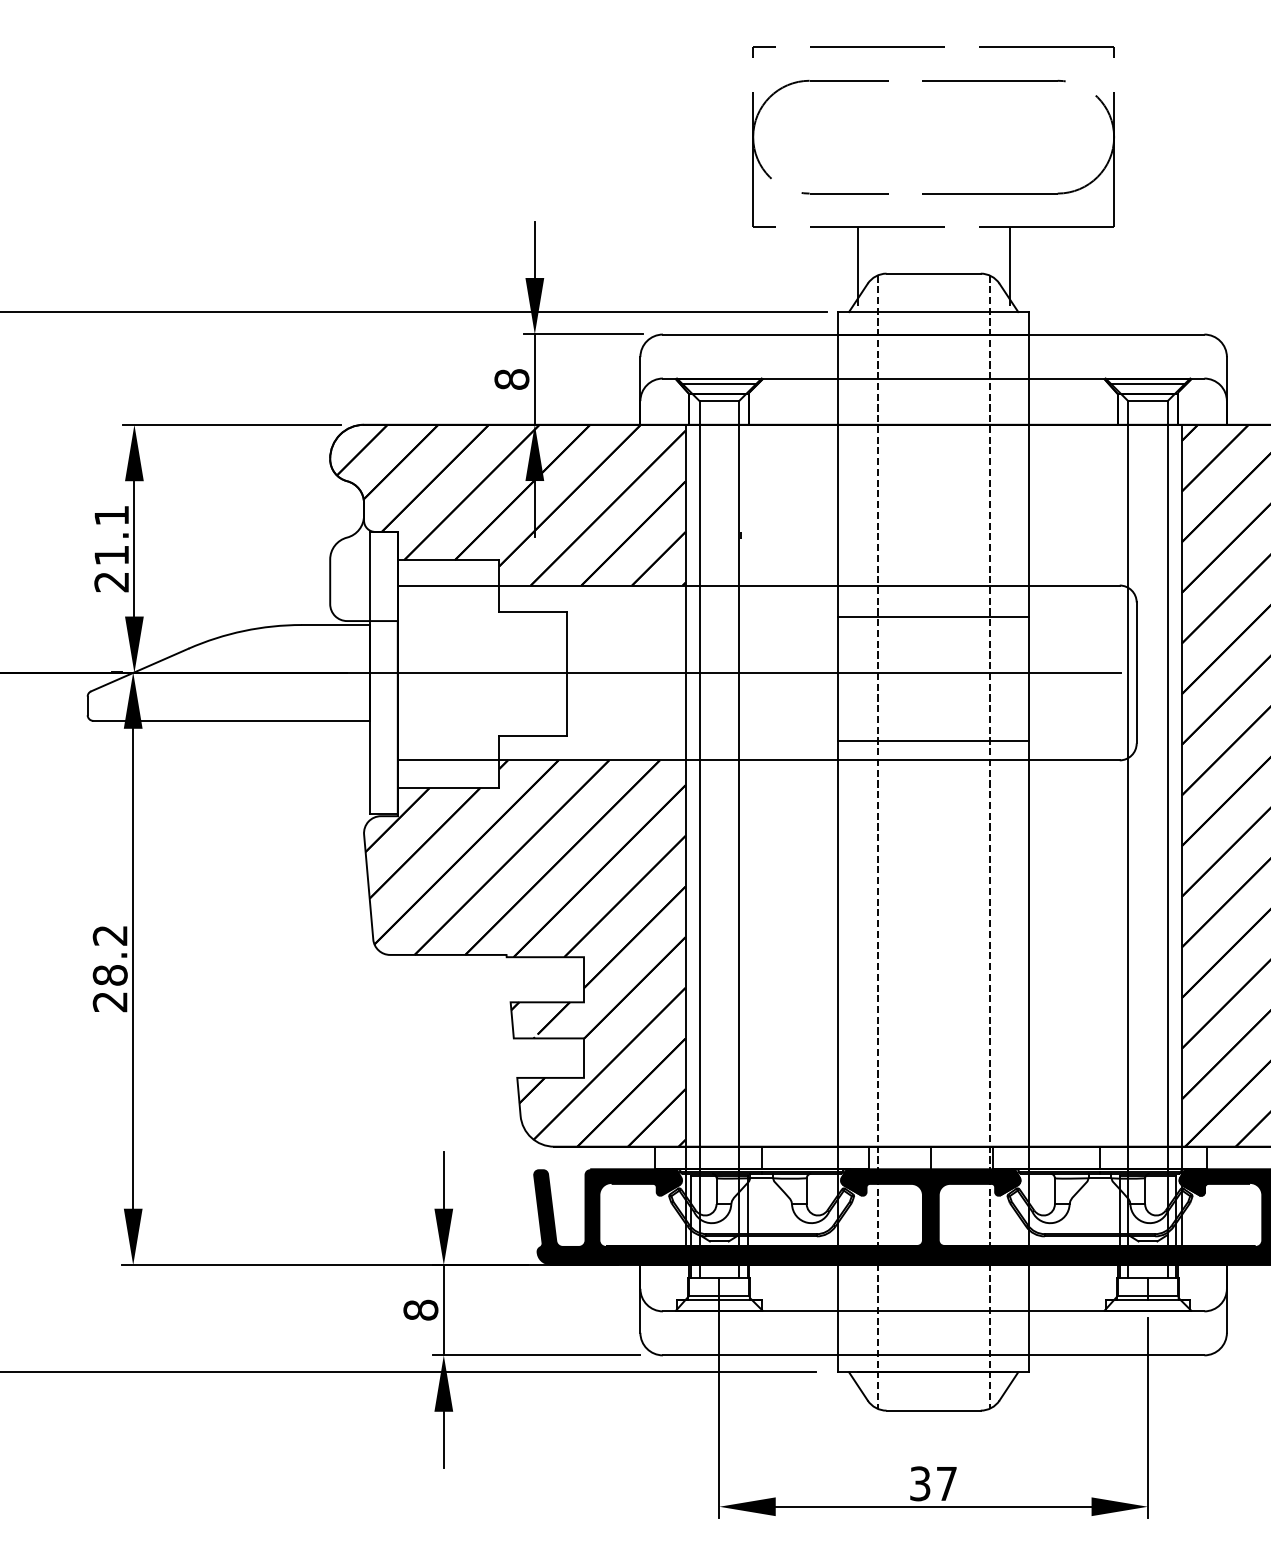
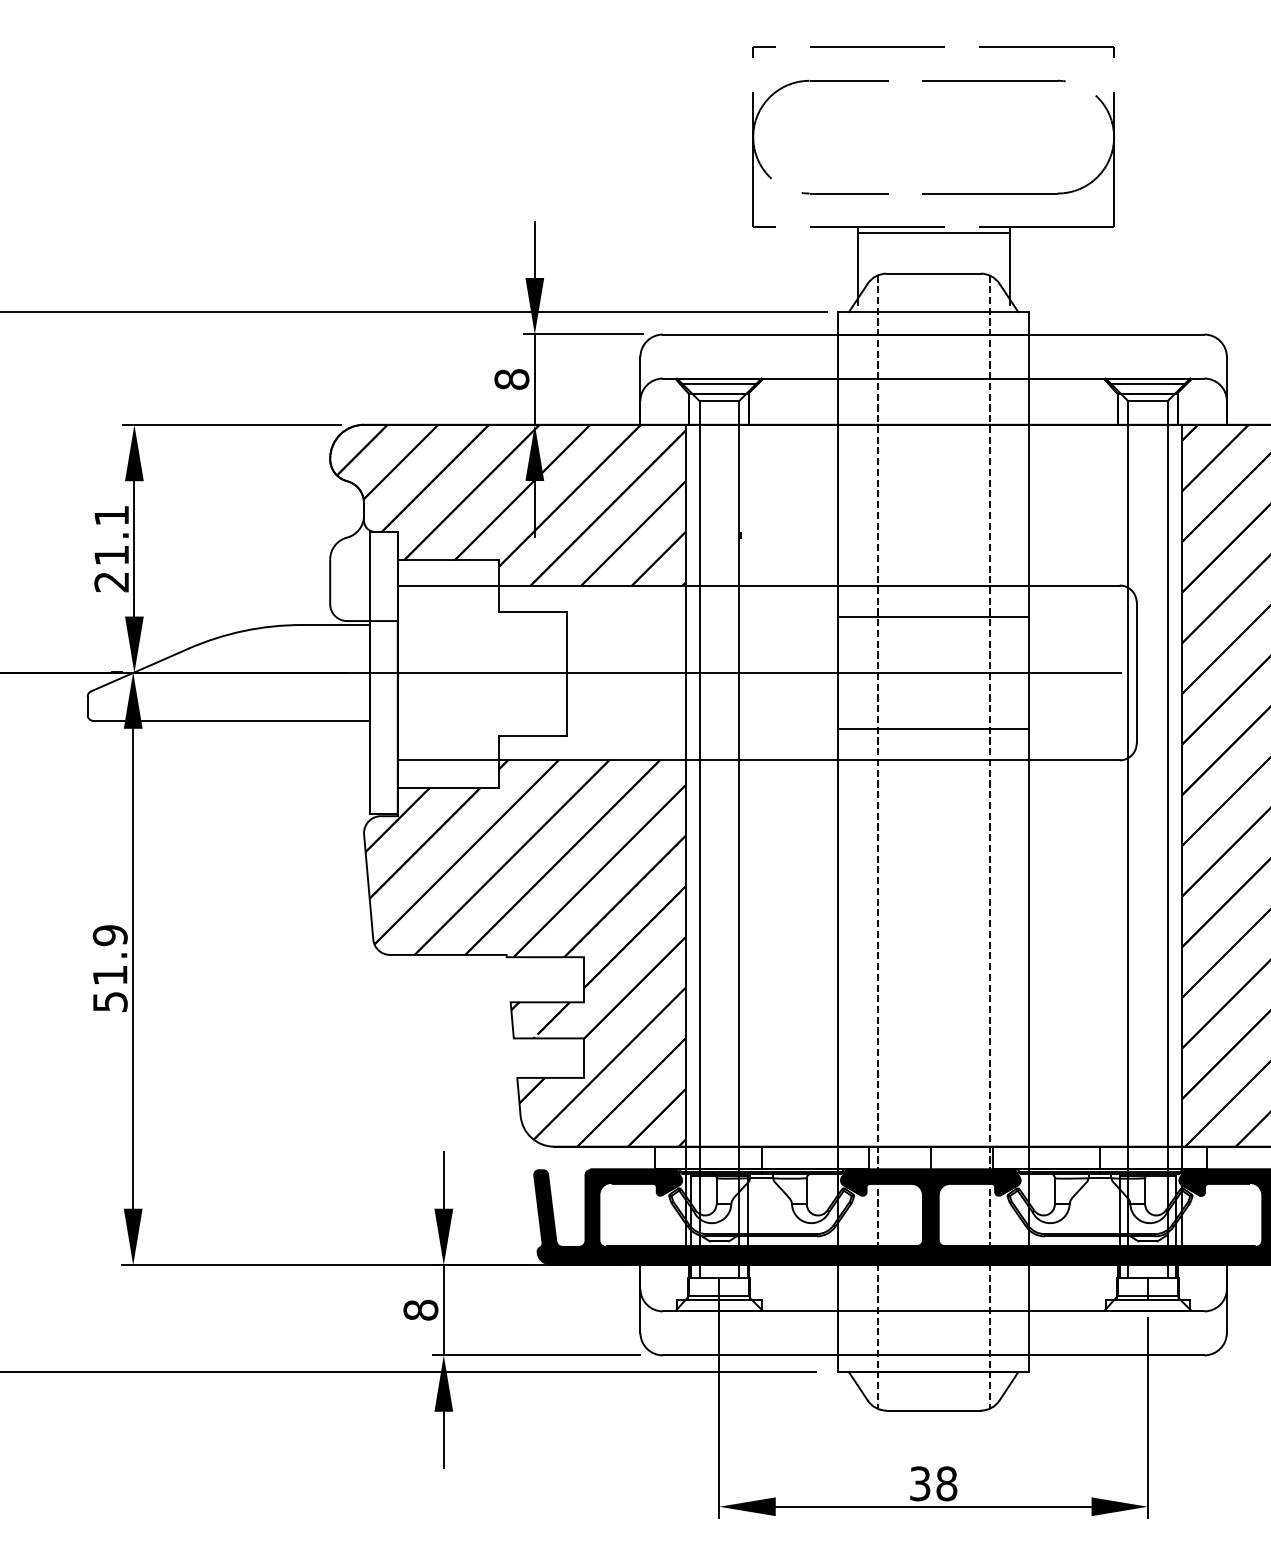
line at (933, 233): none -> present
line at (933, 741) position: (933, 741) -> (933, 729)
text at (109, 968): 28.2 -> 51.9
text at (946, 1483): 37 -> 38
